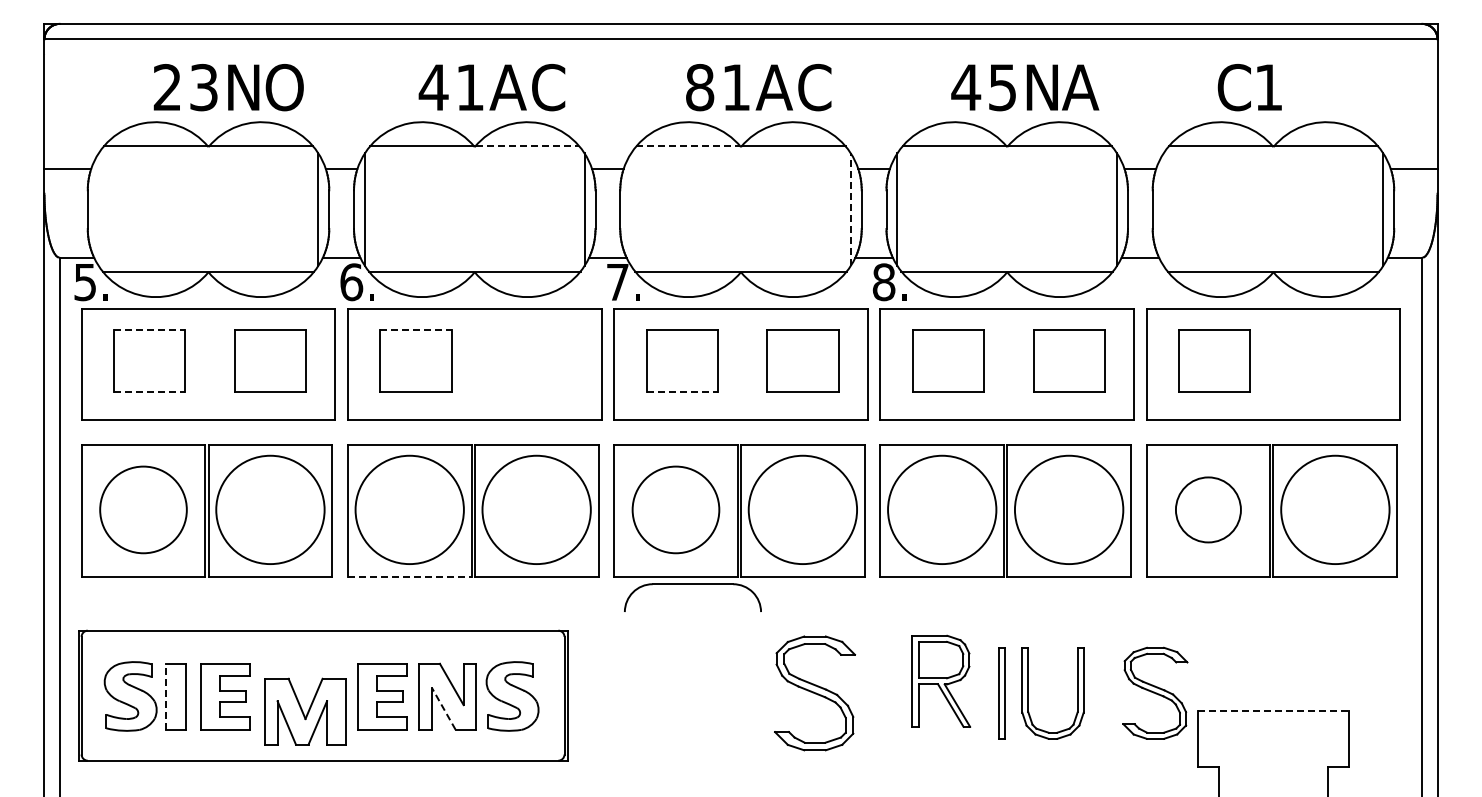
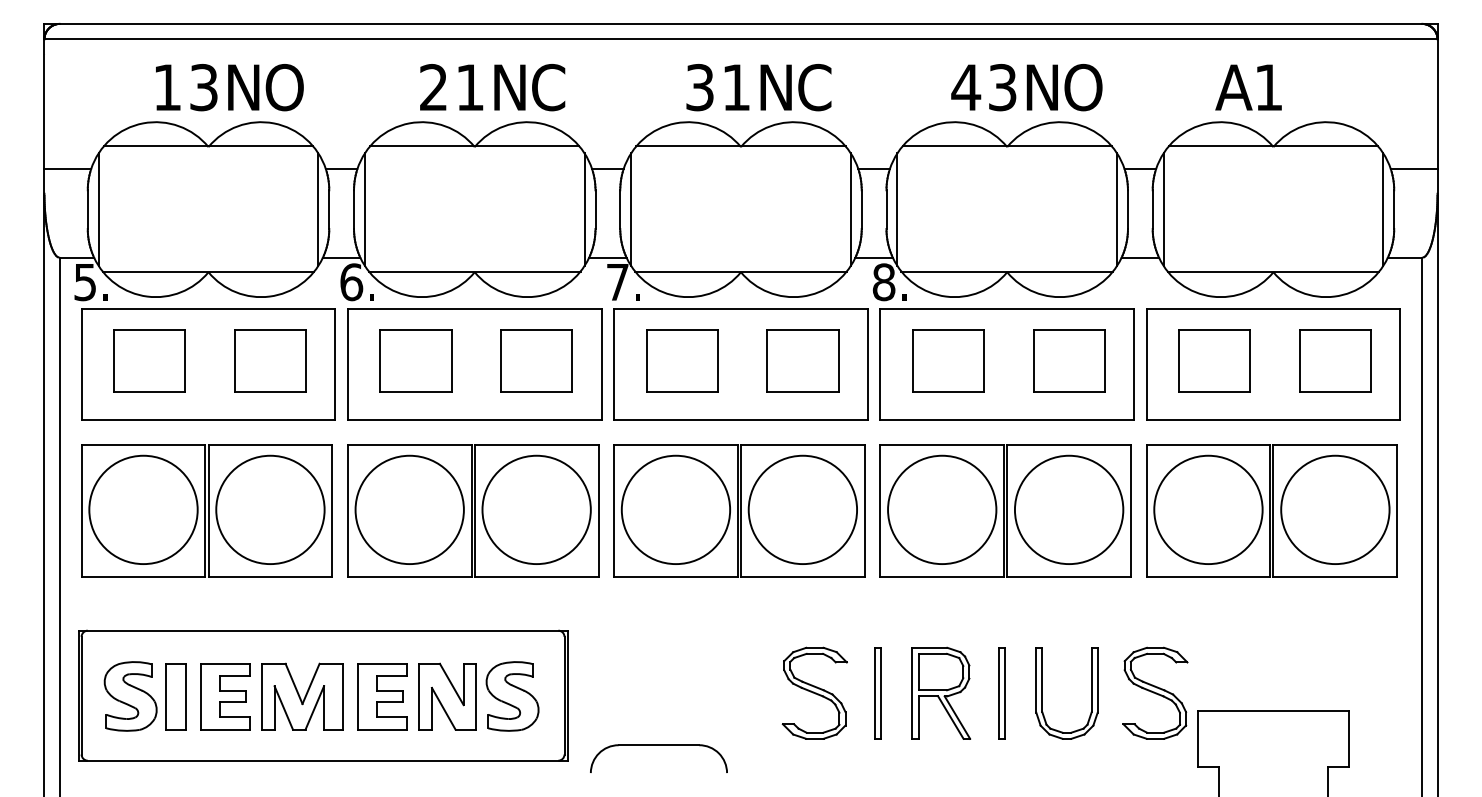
text at (1002, 86): 5 -> 3
text at (166, 87): 2 -> 1
text at (433, 87): 4 -> 2
text at (507, 87): A -> N
text at (700, 87): 8 -> 3
text at (774, 87): A -> N
text at (1082, 87): A -> O
text at (1233, 87): C -> A
line at (527, 146): dashed -> solid
line at (688, 146): dashed -> solid
line at (98, 209): none -> present
line at (631, 209): none -> present
line at (850, 209): dashed -> solid
line at (1163, 209): none -> present
line at (149, 330): dashed -> solid
line at (415, 330): dashed -> solid
part at (536, 360): none -> present
part at (1335, 360): none -> present
line at (149, 392): dashed -> solid
line at (682, 392): dashed -> solid
circle at (143, 509) diameter: 87 px -> 108 px
circle at (675, 509) diameter: 87 px -> 108 px
circle at (1207, 509) diameter: 65 px -> 108 px
line at (409, 576): dashed -> solid
part at (692, 584) position: (692, 584) -> (658, 745)
part at (941, 680) position: (941, 680) -> (941, 692)
part at (814, 693) size: 82x117 px -> 67x94 px
part at (877, 693): none -> present
part at (1028, 693) position: (1028, 693) -> (1042, 693)
line at (166, 696): dashed -> solid
line at (443, 708): dashed -> solid
part at (305, 711) position: (305, 711) -> (302, 696)
line at (1273, 711): dashed -> solid
